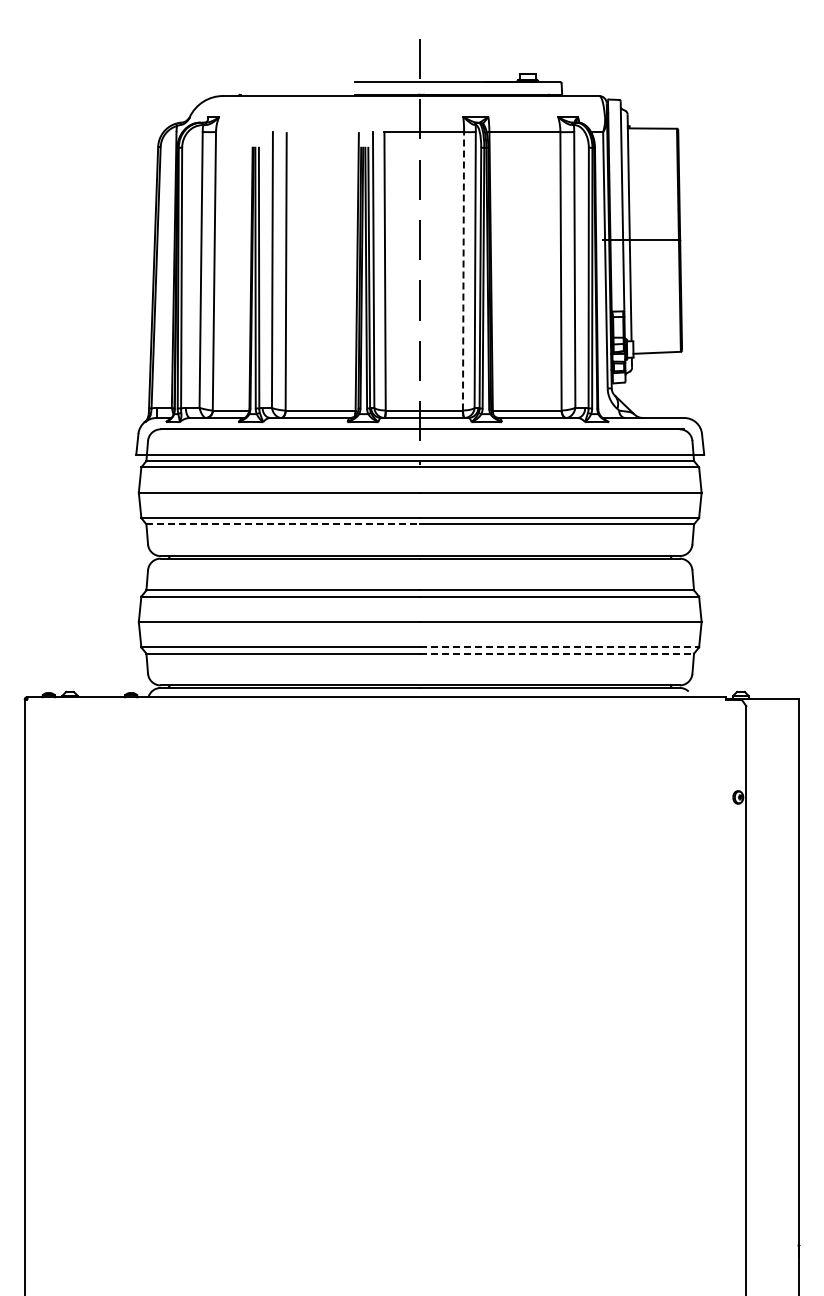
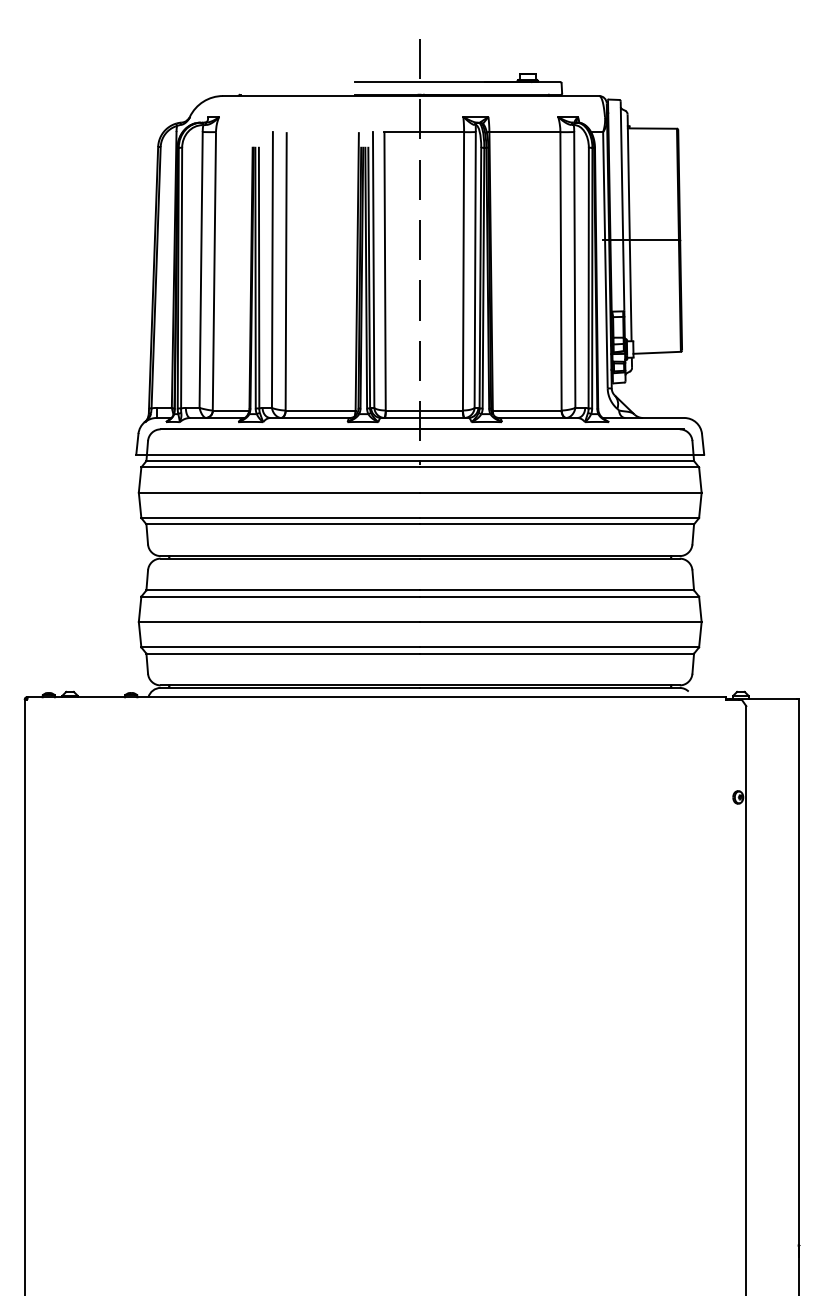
line at (463, 273): dashed -> solid
line at (283, 524): dashed -> solid
line at (560, 647): dashed -> solid
line at (557, 653): dashed -> solid
